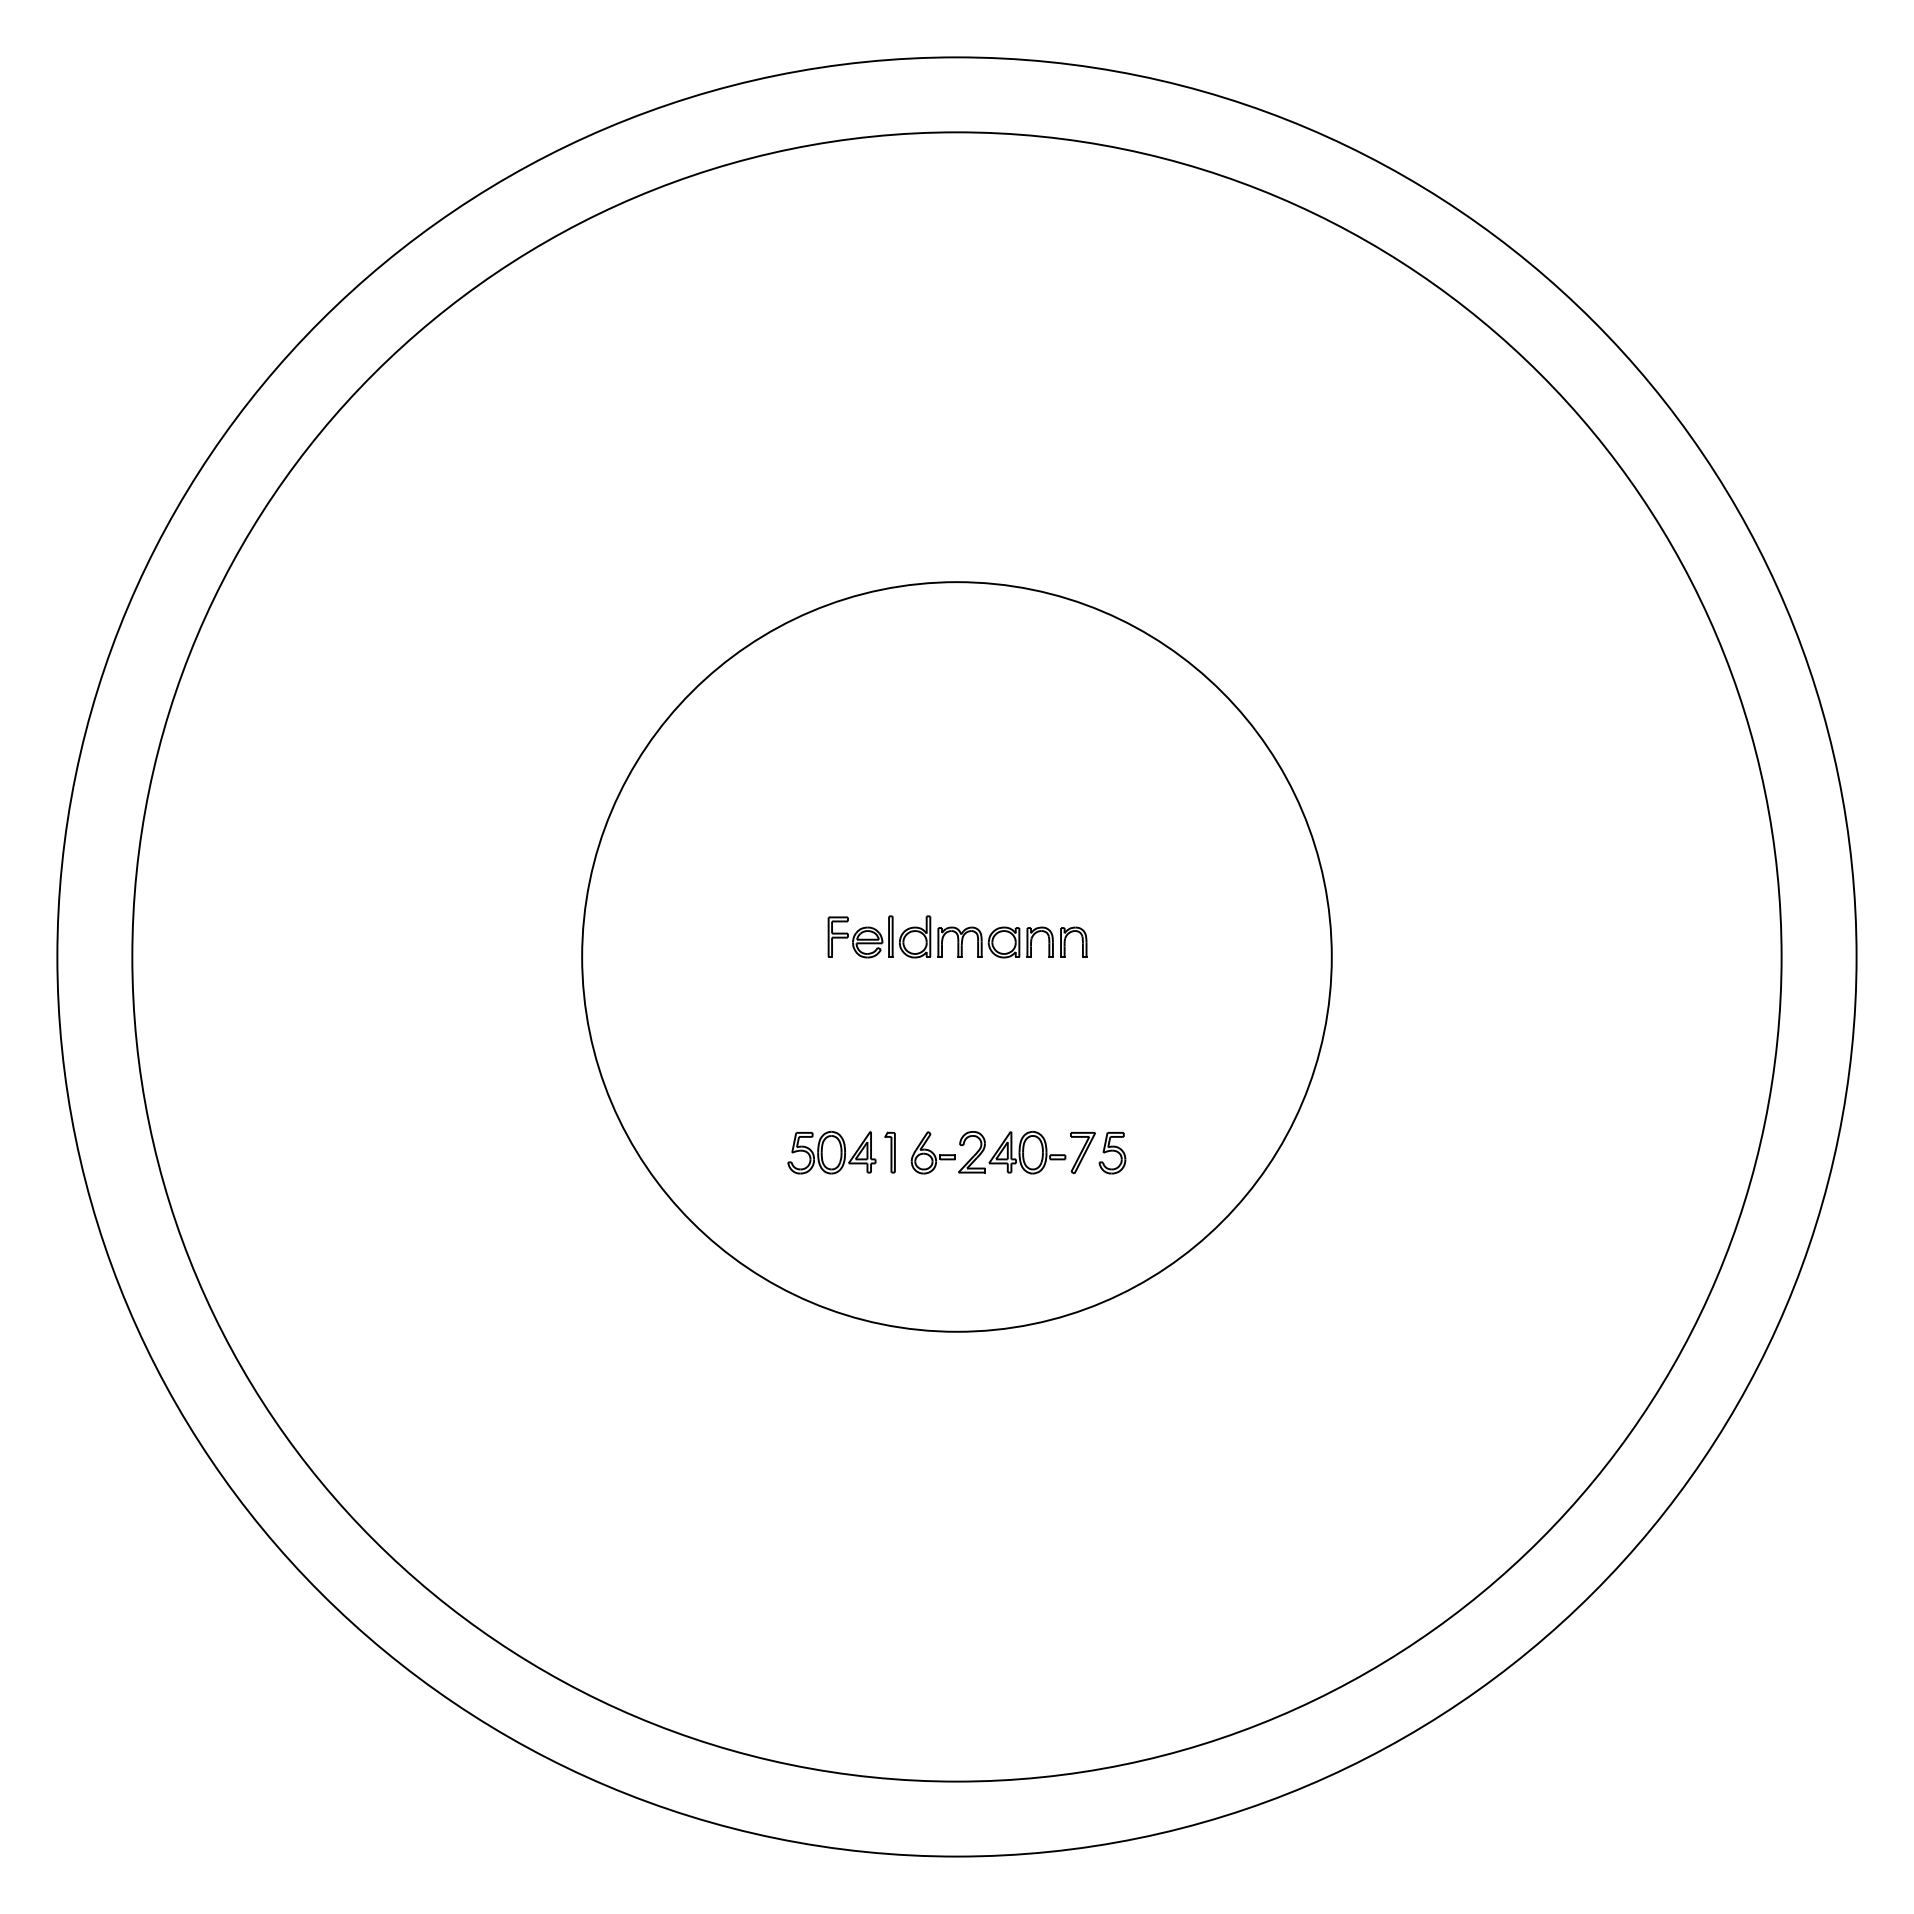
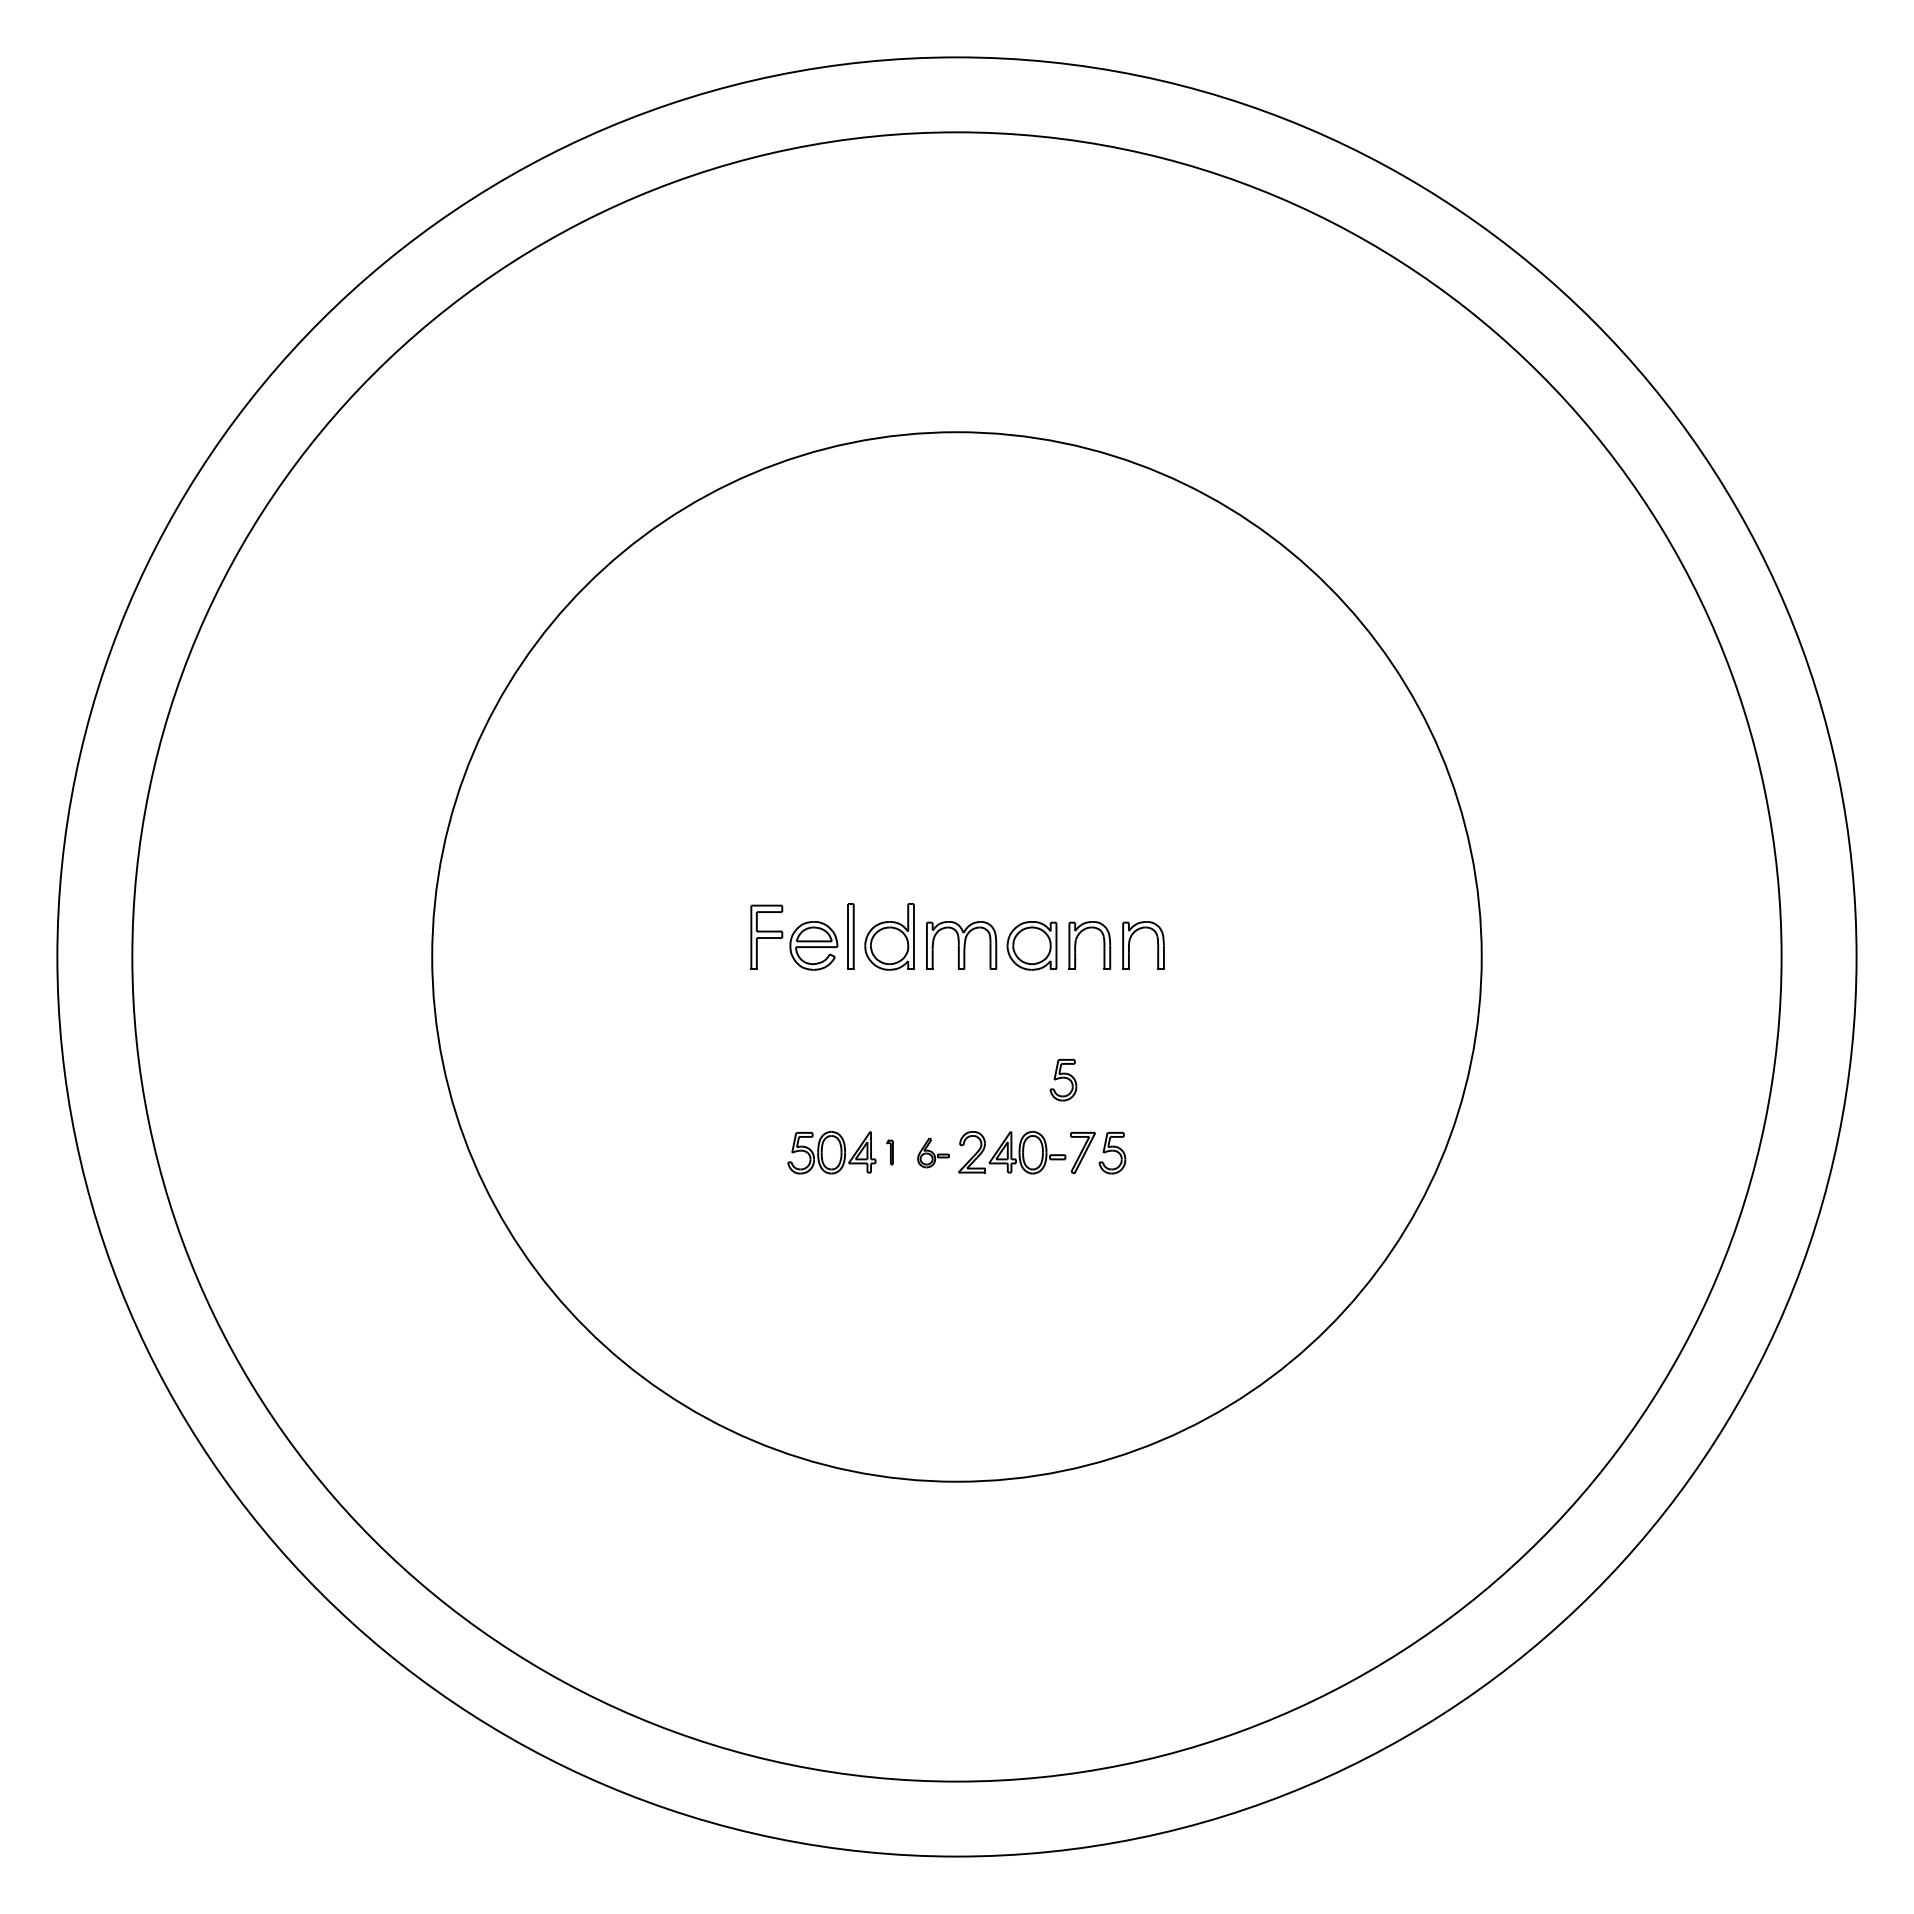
part at (957, 936) size: 261x44 px -> 415x68 px
circle at (956, 956) diameter: 750 px -> 1050 px
part at (1063, 1080): none -> present
part at (889, 1152) size: 12x43 px -> 8x27 px
part at (932, 1152) size: 46x44 px -> 33x32 px
